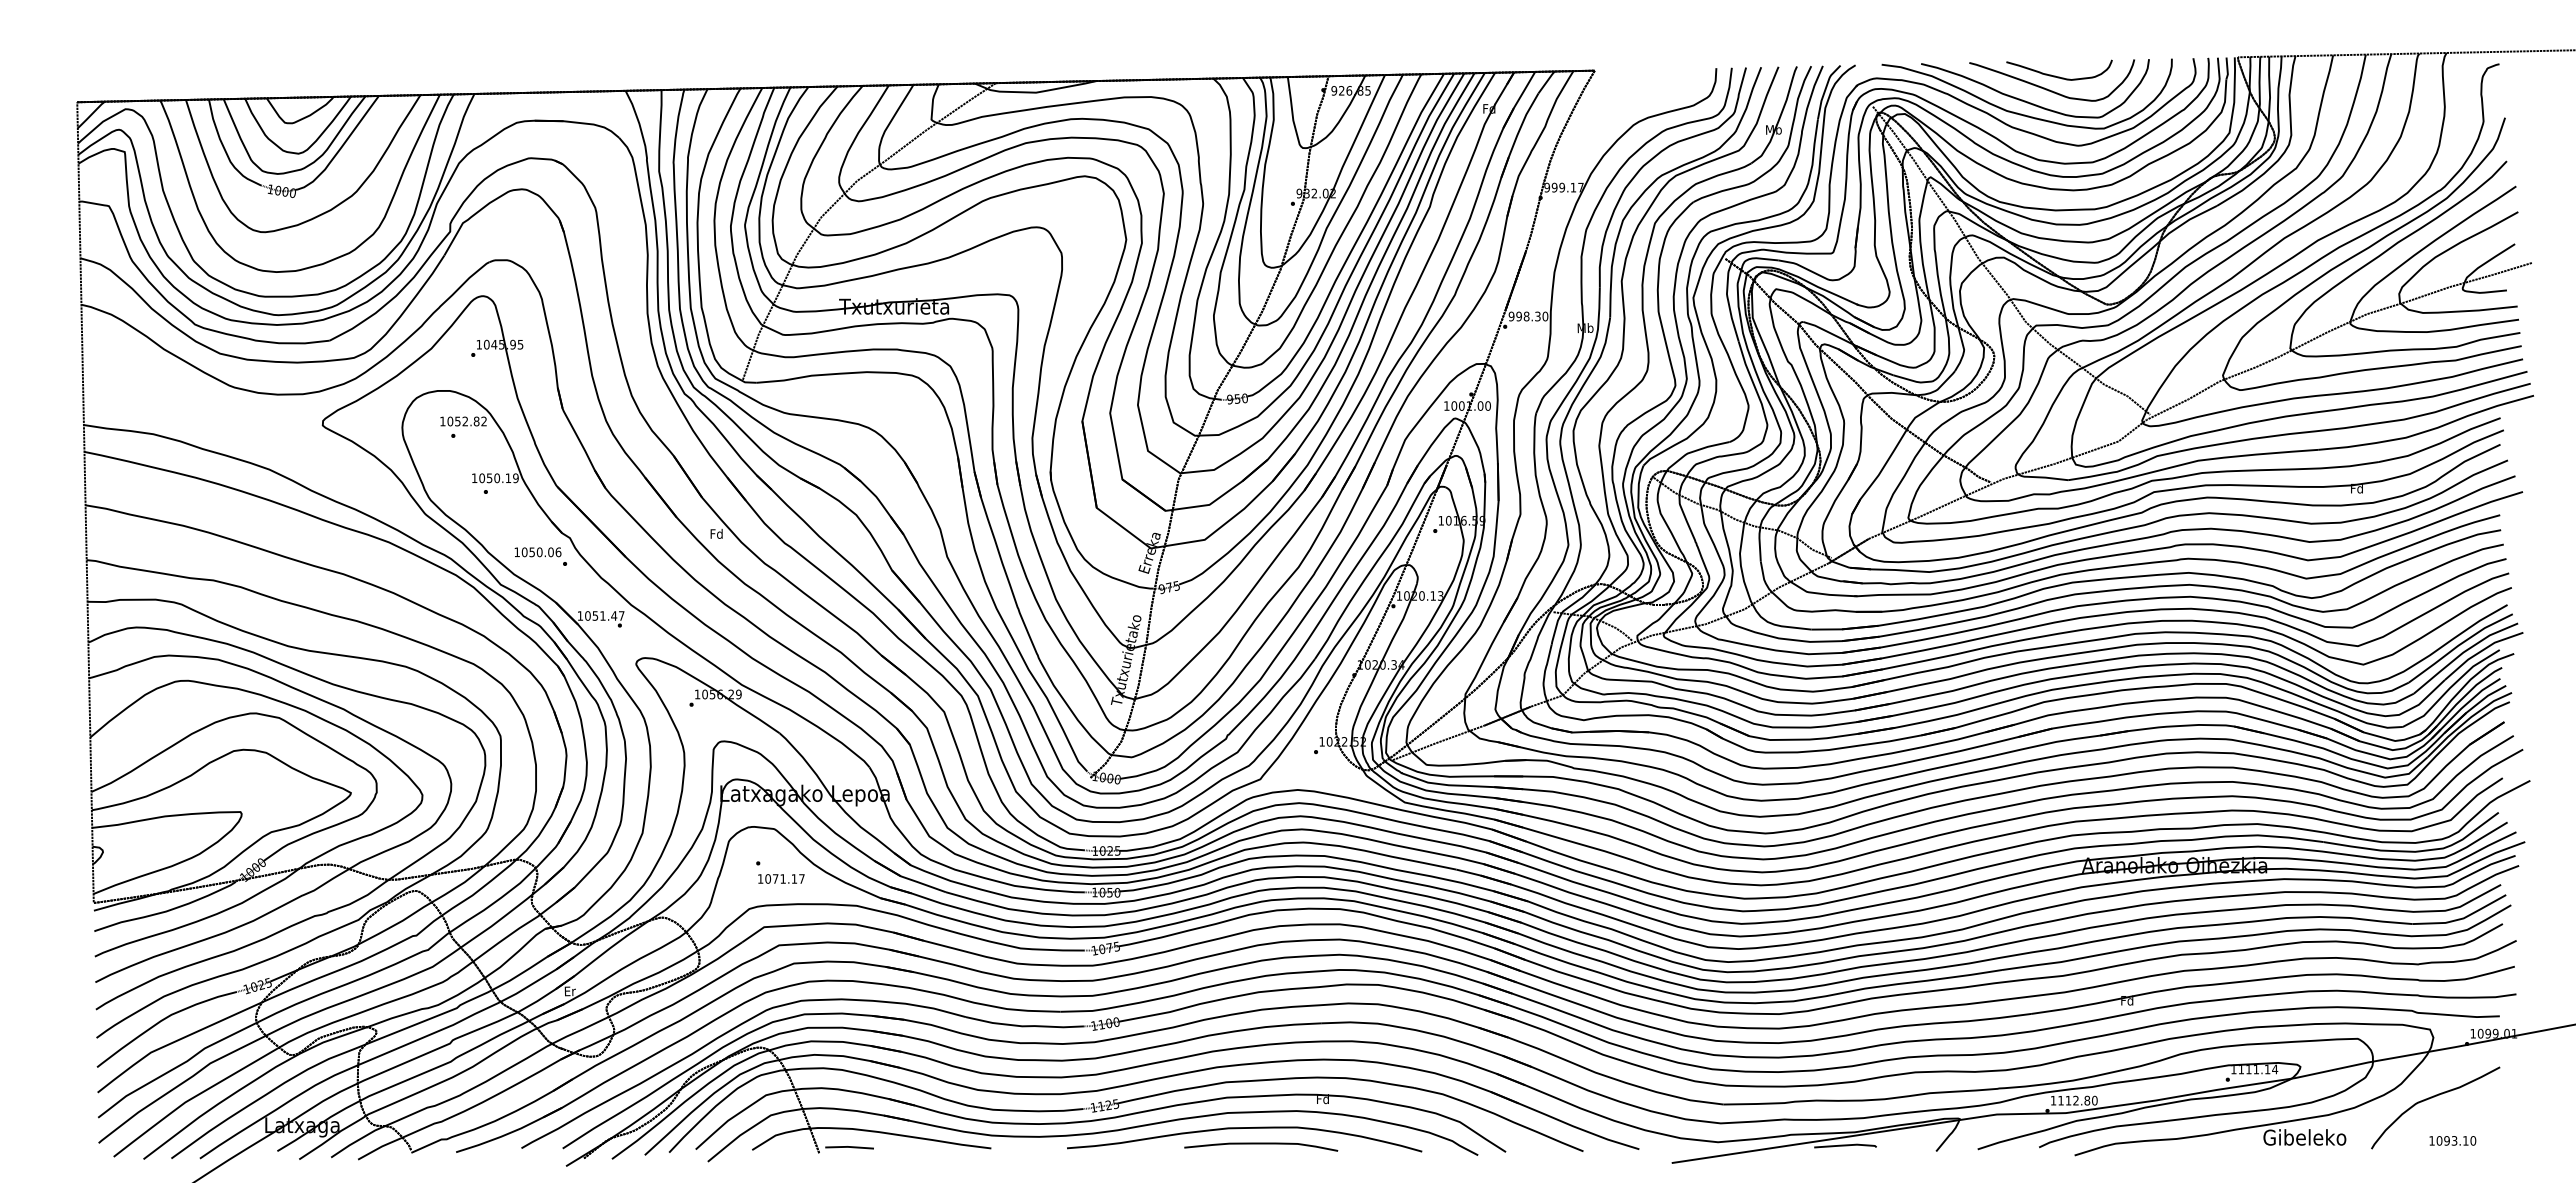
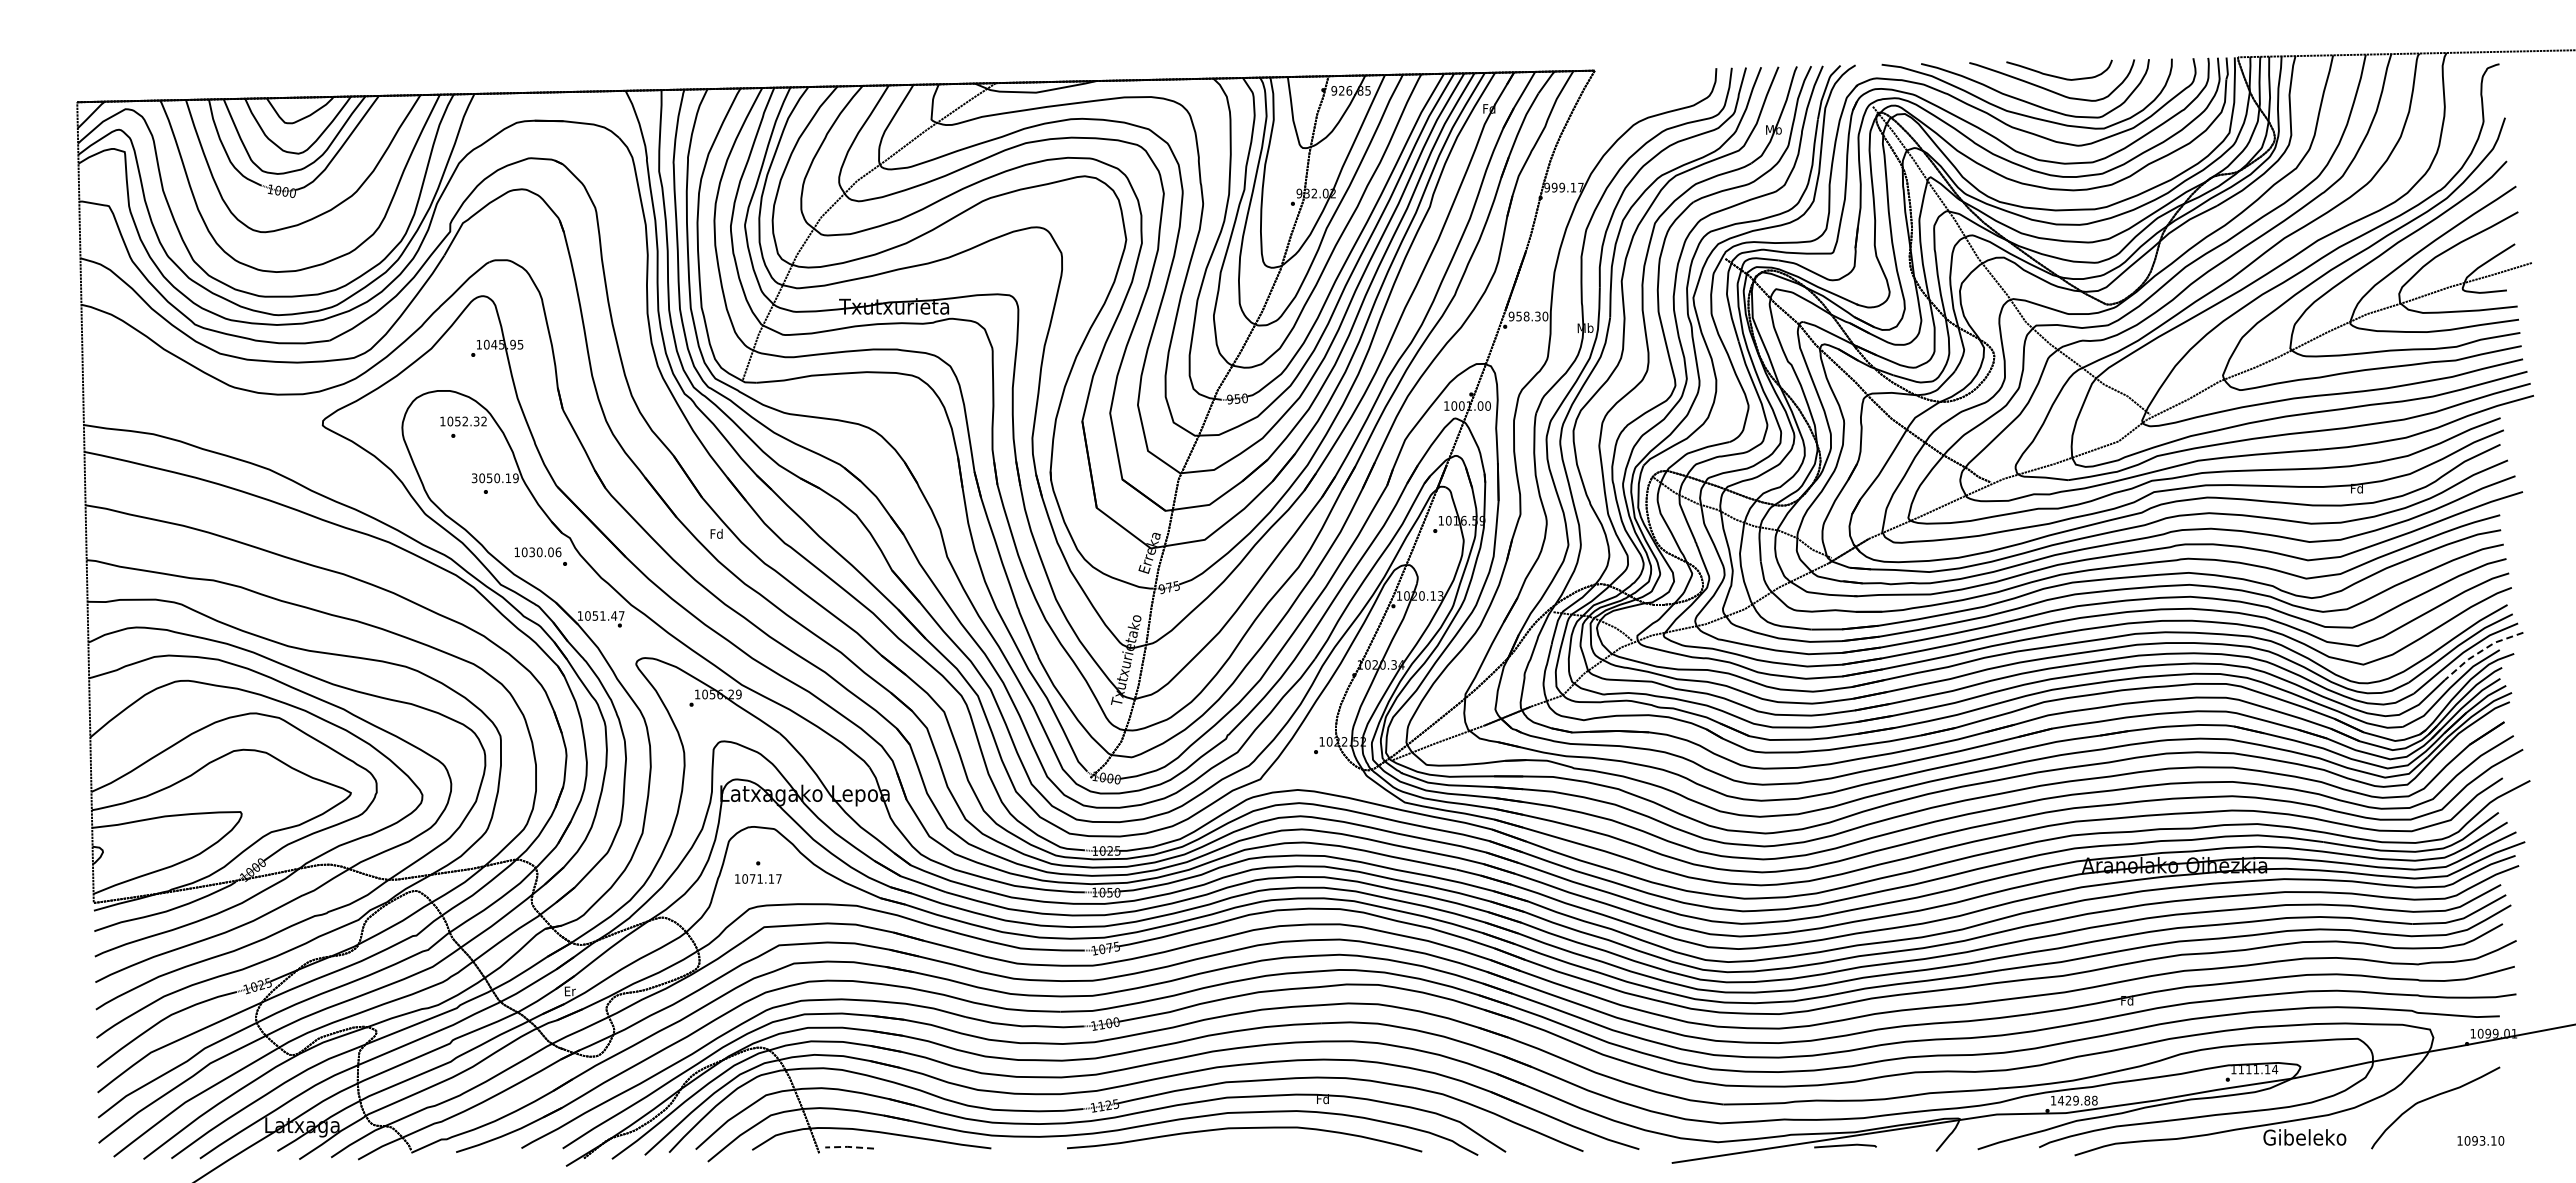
text at (1518, 315): 998.30 -> 958.30
text at (476, 421): 1052.82 -> 1052.32
text at (474, 478): 1050.19 -> 3050.19
text at (531, 551): 1050.06 -> 1030.06
line at (2480, 651): solid -> dashed
text at (781, 878) position: (781, 878) -> (758, 878)
text at (2077, 1100): 1112.80 -> 1429.88
text at (2452, 1140) position: (2452, 1140) -> (2480, 1140)
curve at (1261, 1144): present -> none
line at (848, 1146): solid -> dashed
